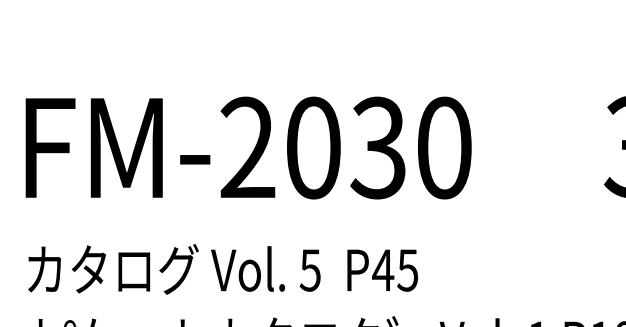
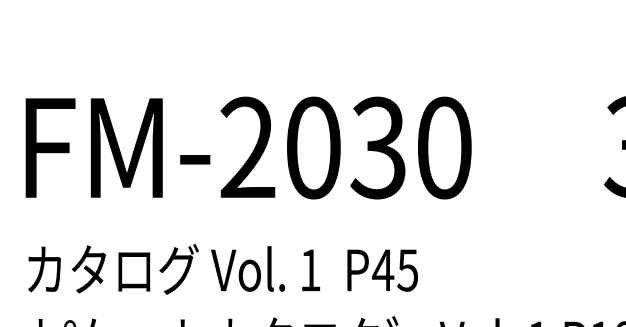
text at (309, 270): 5 -> 1
